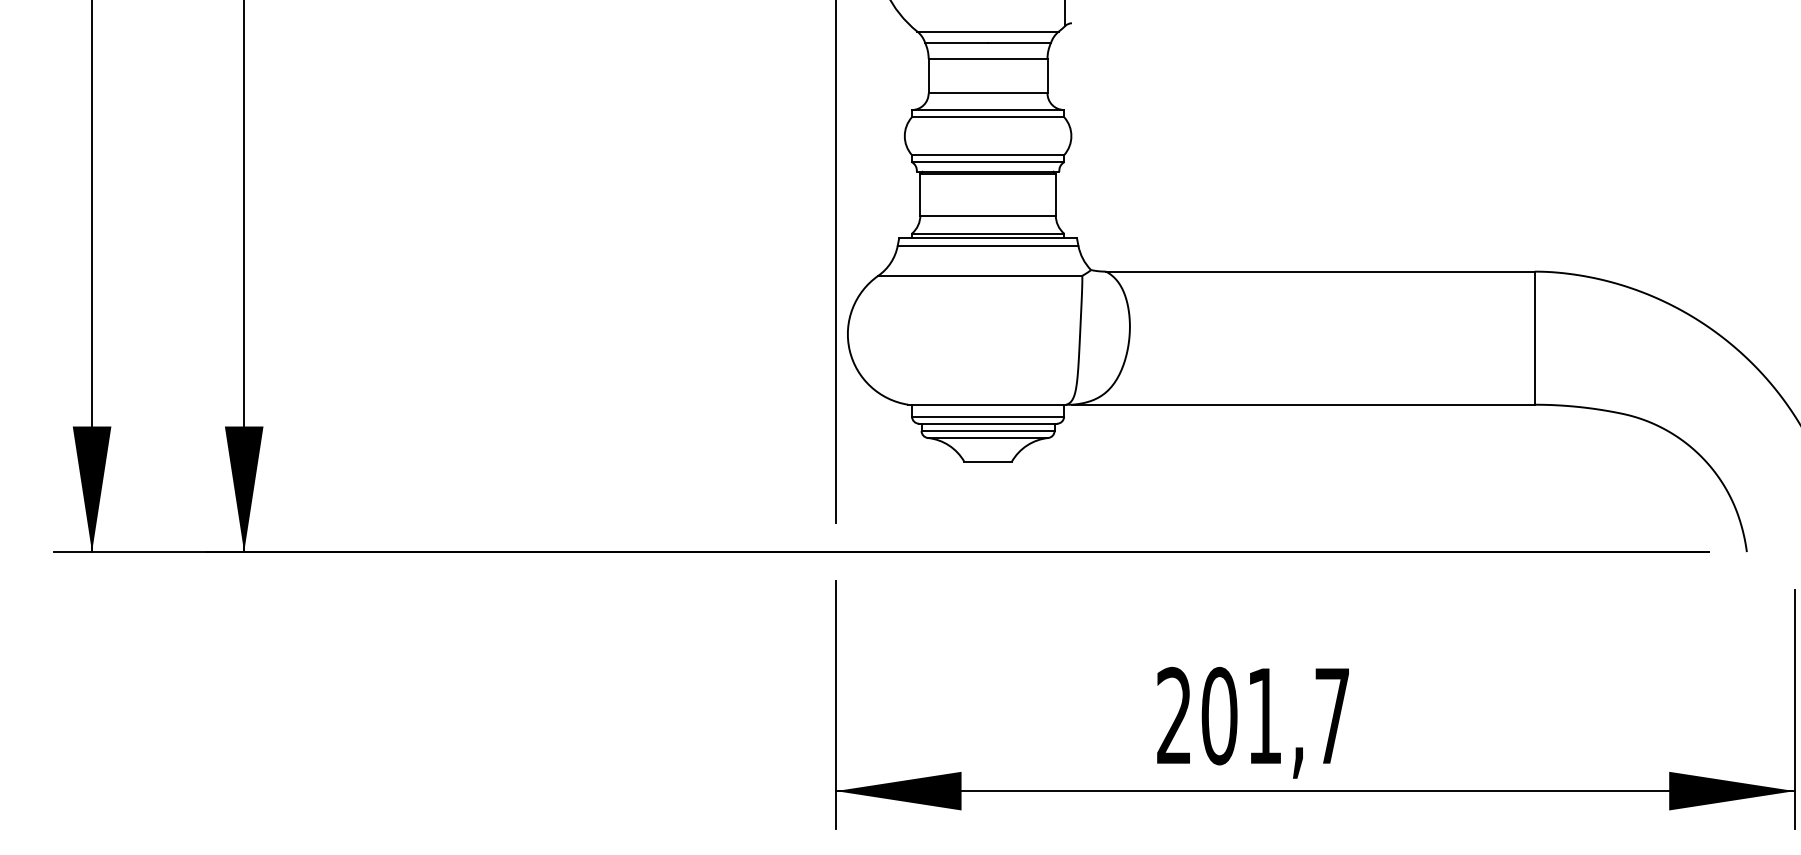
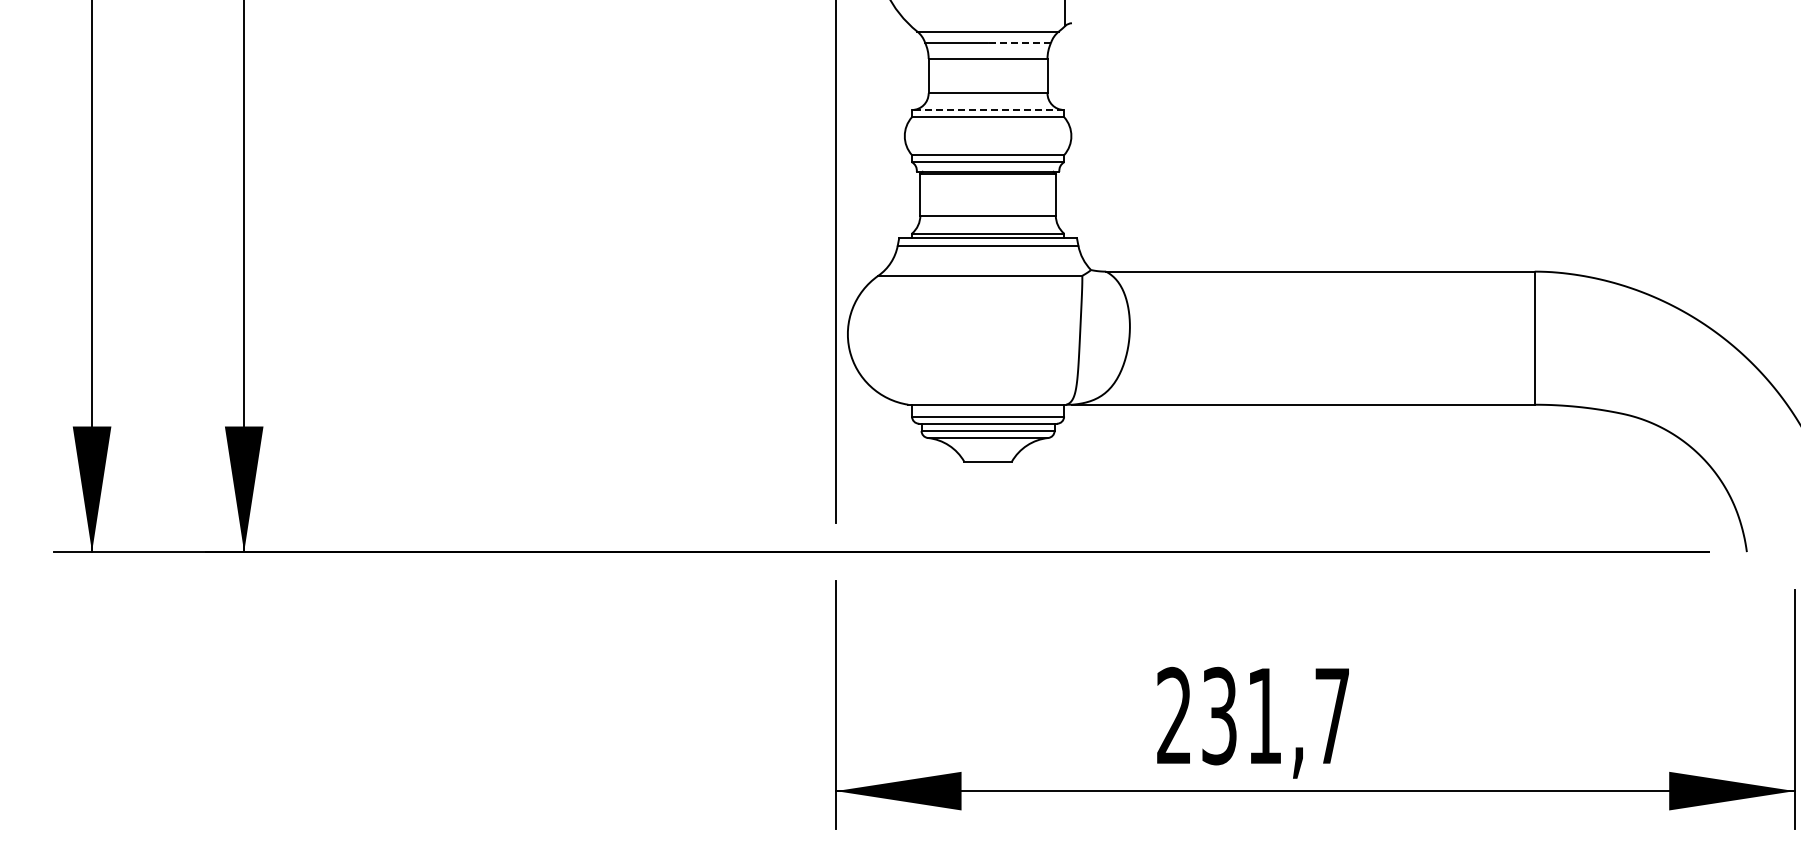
line at (1019, 42): solid -> dashed
line at (987, 110): solid -> dashed
text at (1219, 715): 201,7 -> 231,7
